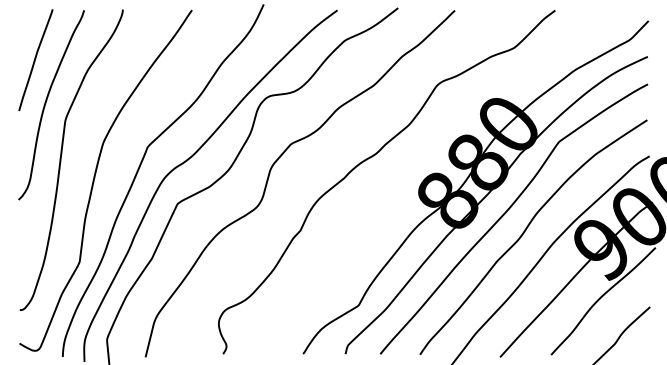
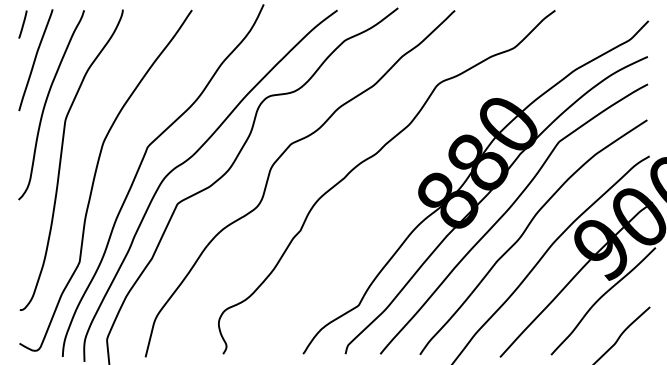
line at (22, 24): none -> present
